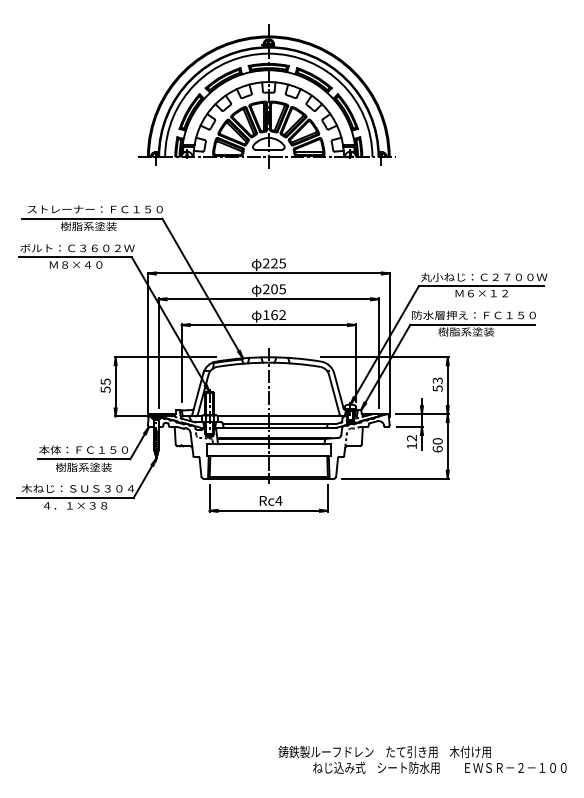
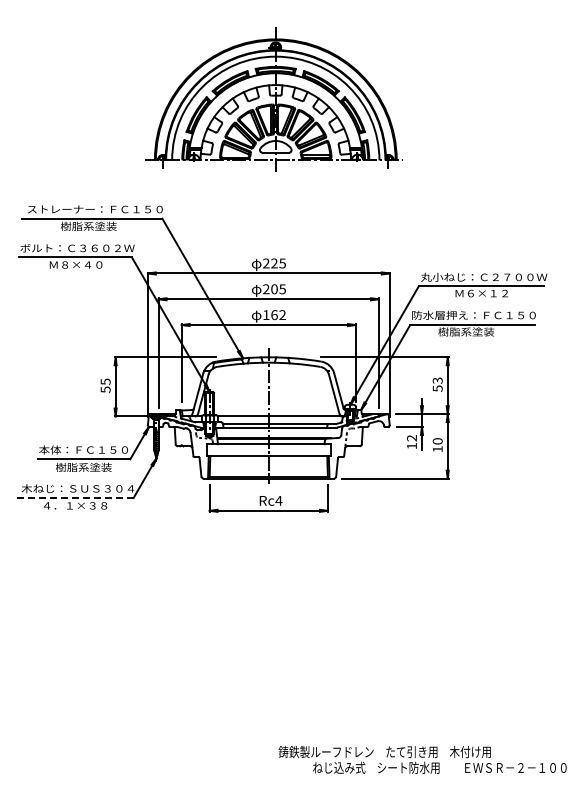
part at (266, 96) position: (266, 96) -> (273, 99)
text at (437, 449): 60 -> 10
line at (75, 497): solid -> dashed
